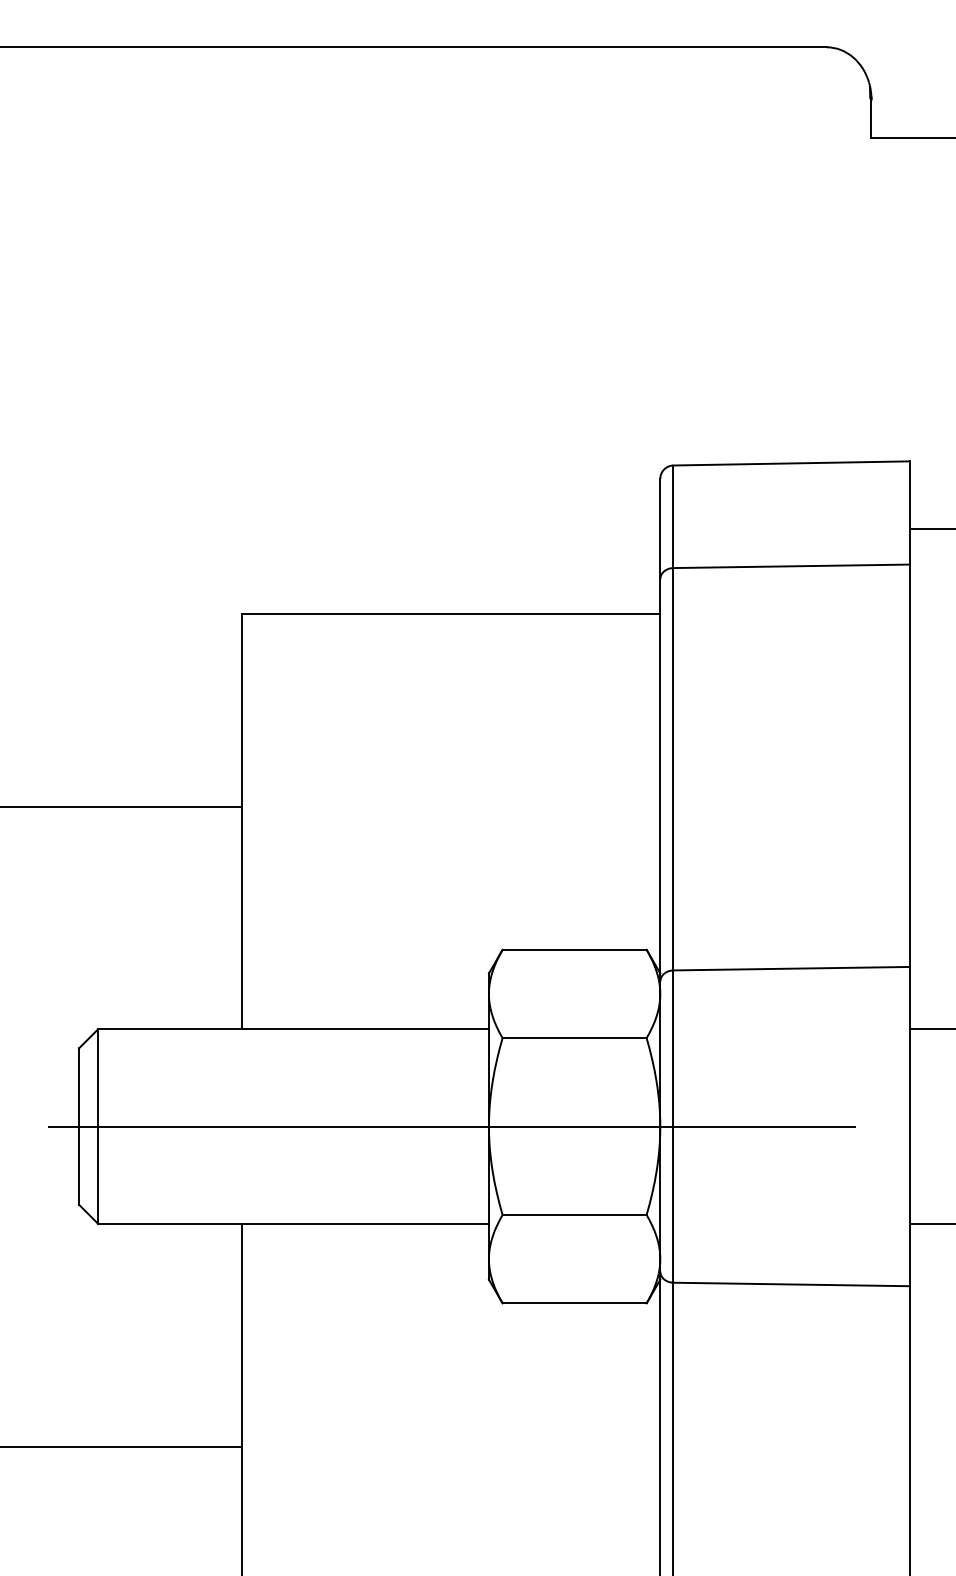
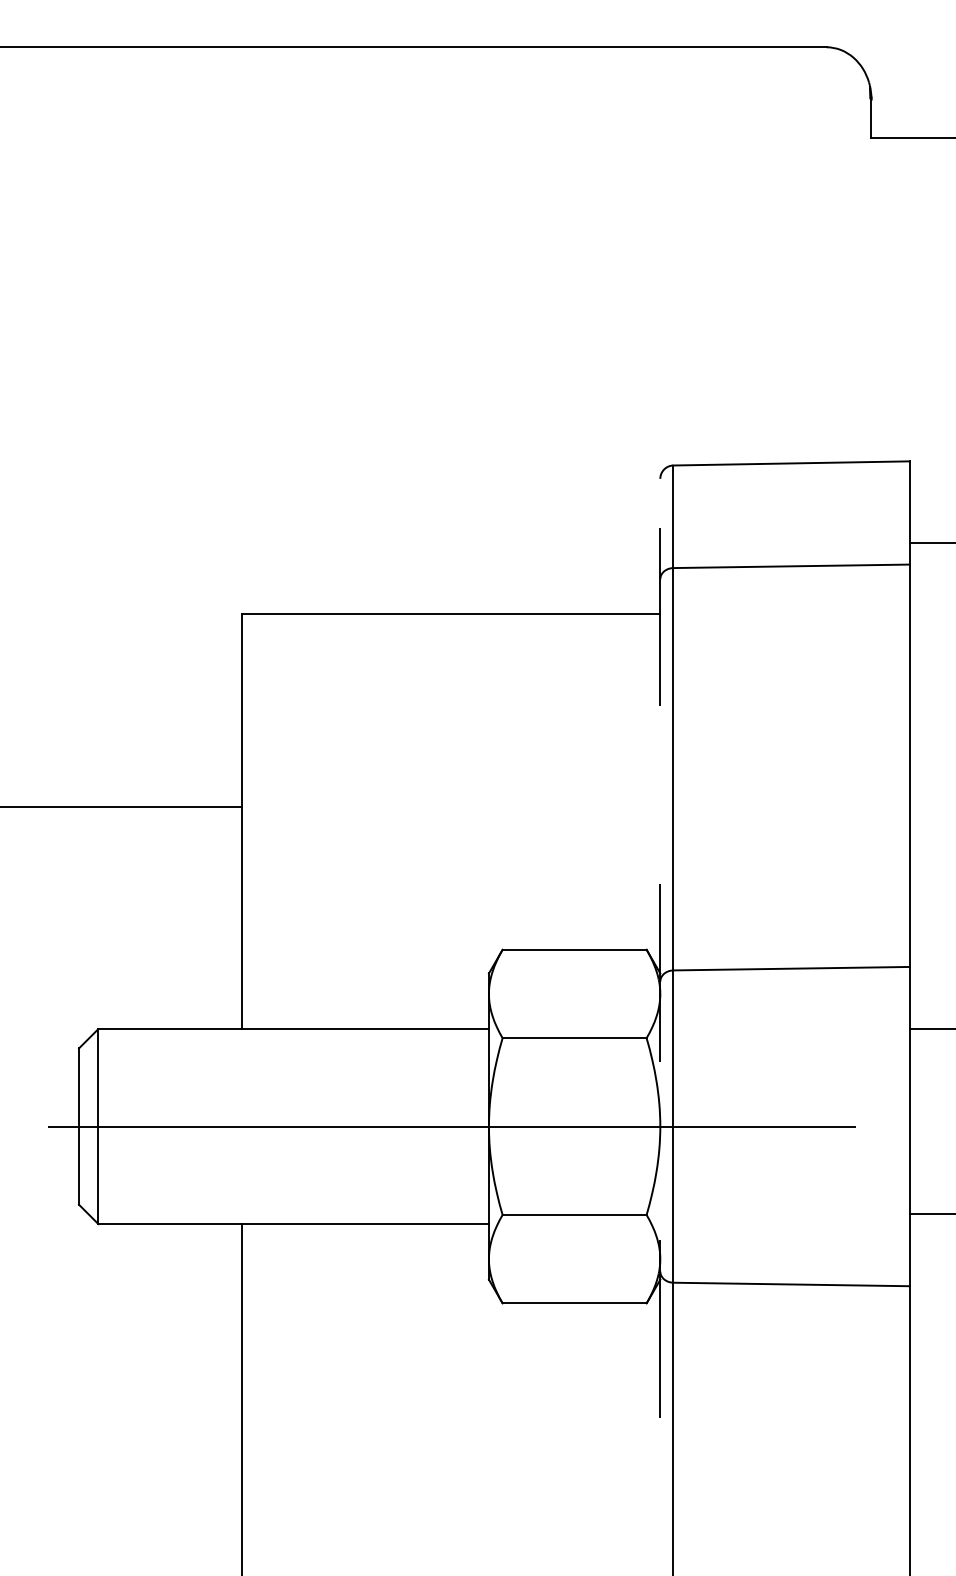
line at (930, 528) position: (930, 528) -> (930, 542)
line at (660, 1026): solid -> dashed
line at (930, 1224) position: (930, 1224) -> (930, 1214)
line at (121, 1446): present -> none
